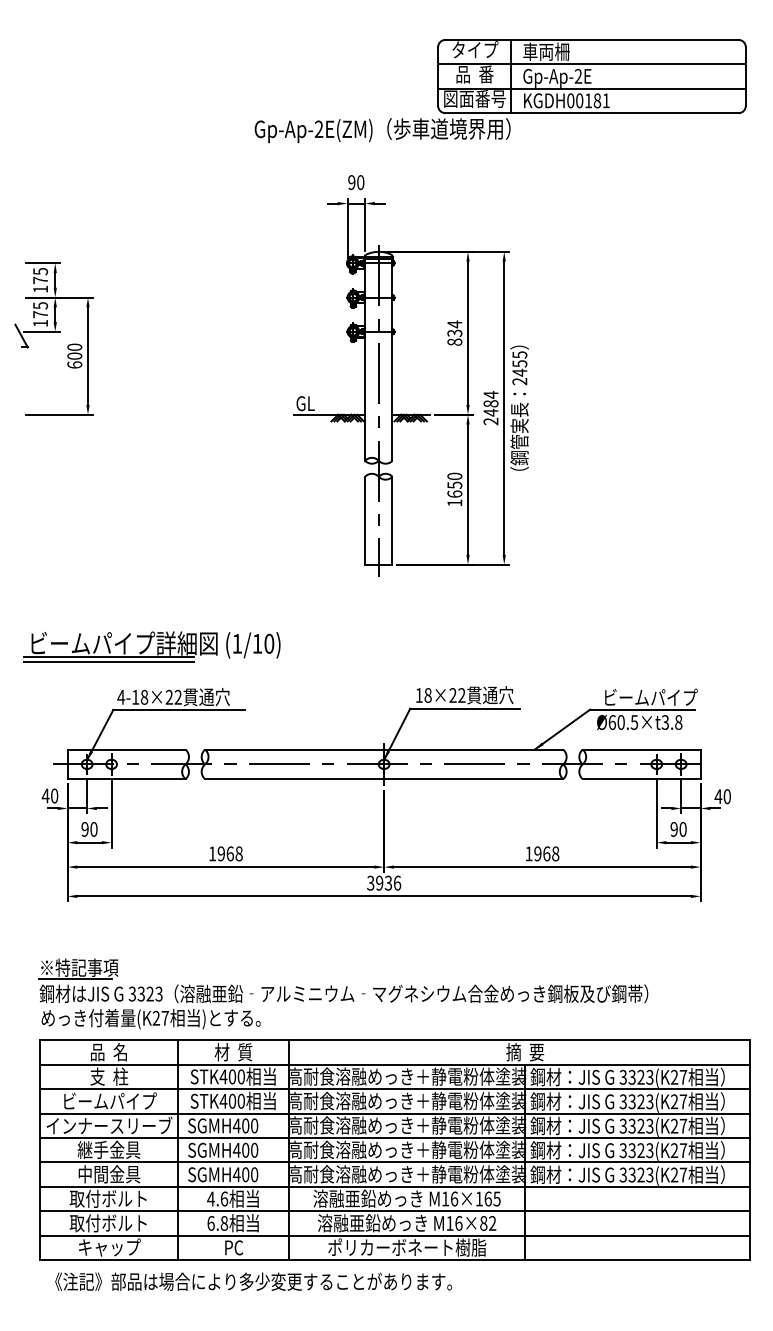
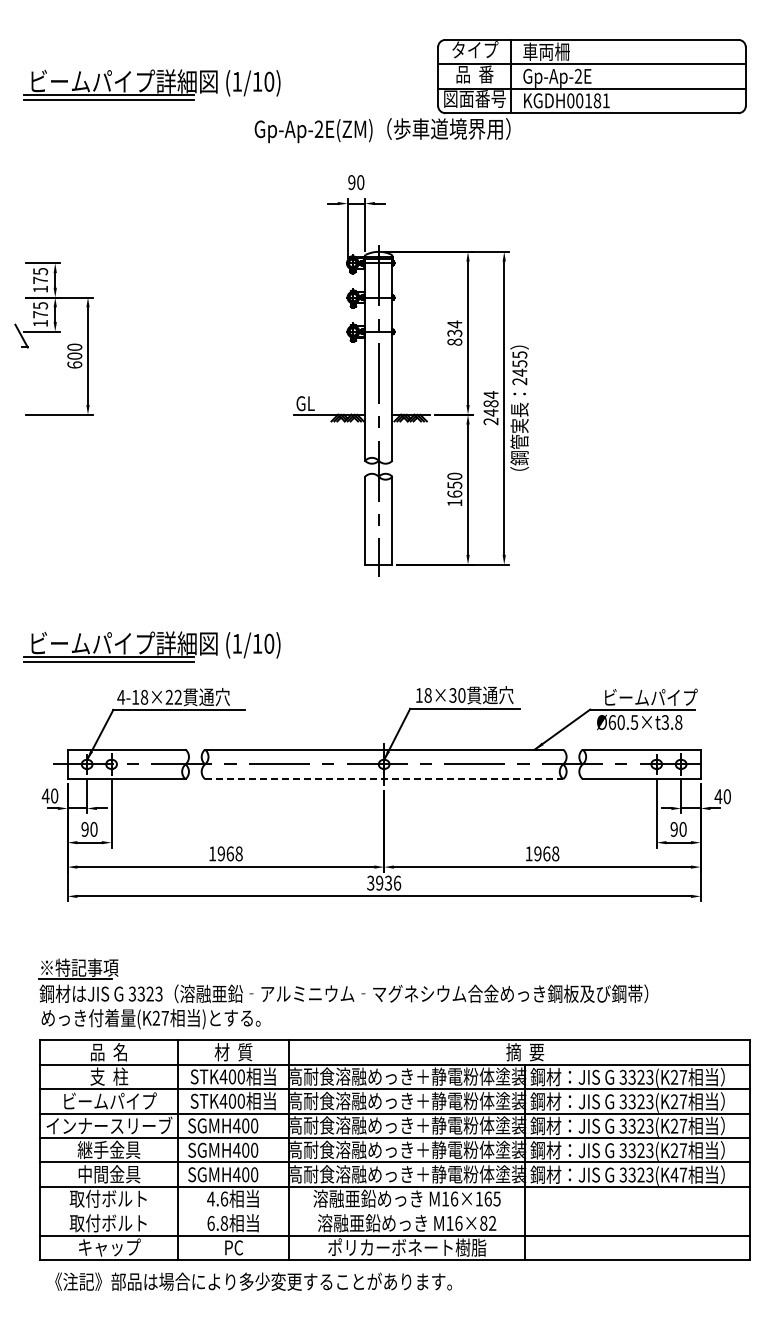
part at (151, 84): none -> present
text at (457, 695): 18×22 -> 18×30
line at (384, 779): solid -> dashed
text at (674, 1174): 3323(K27 -> 3323(K47
line at (394, 1211): present -> none
